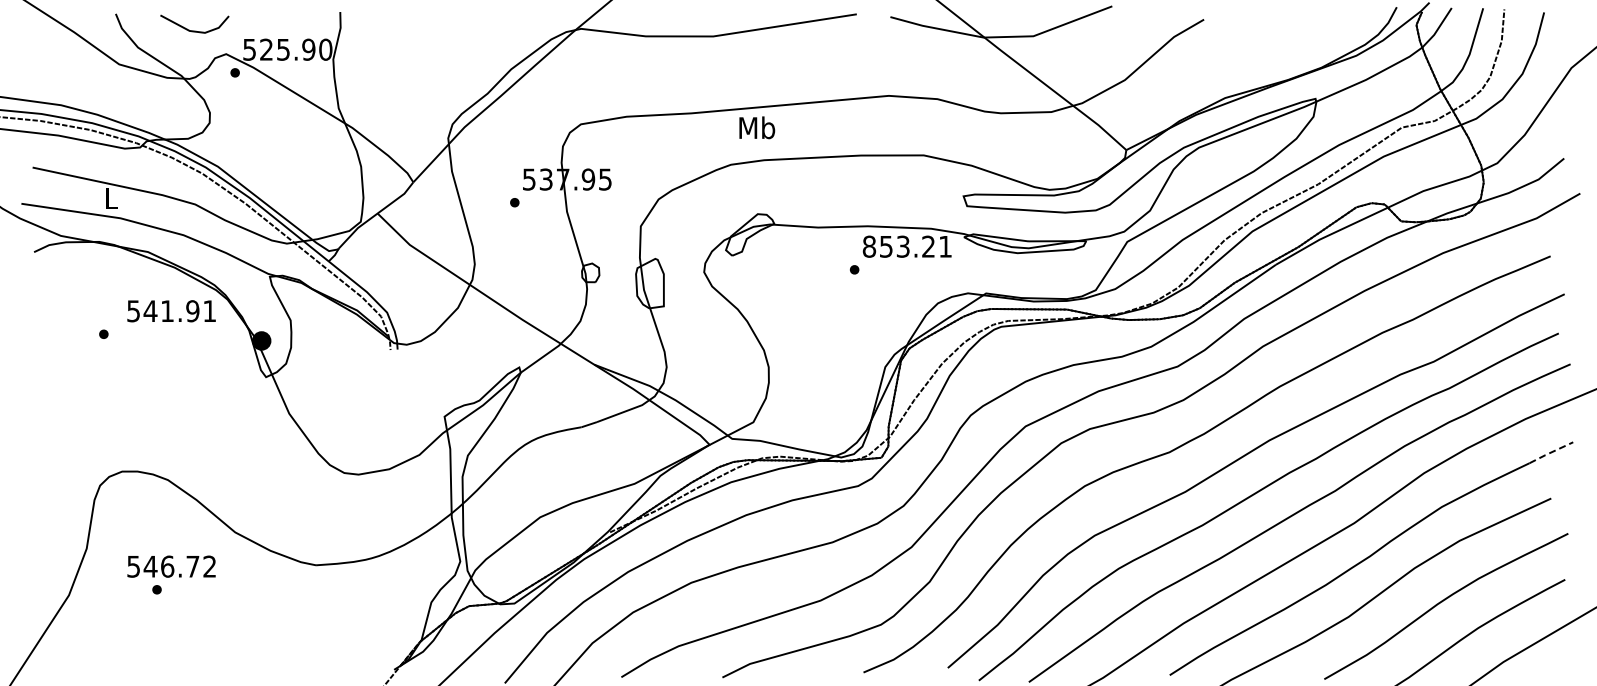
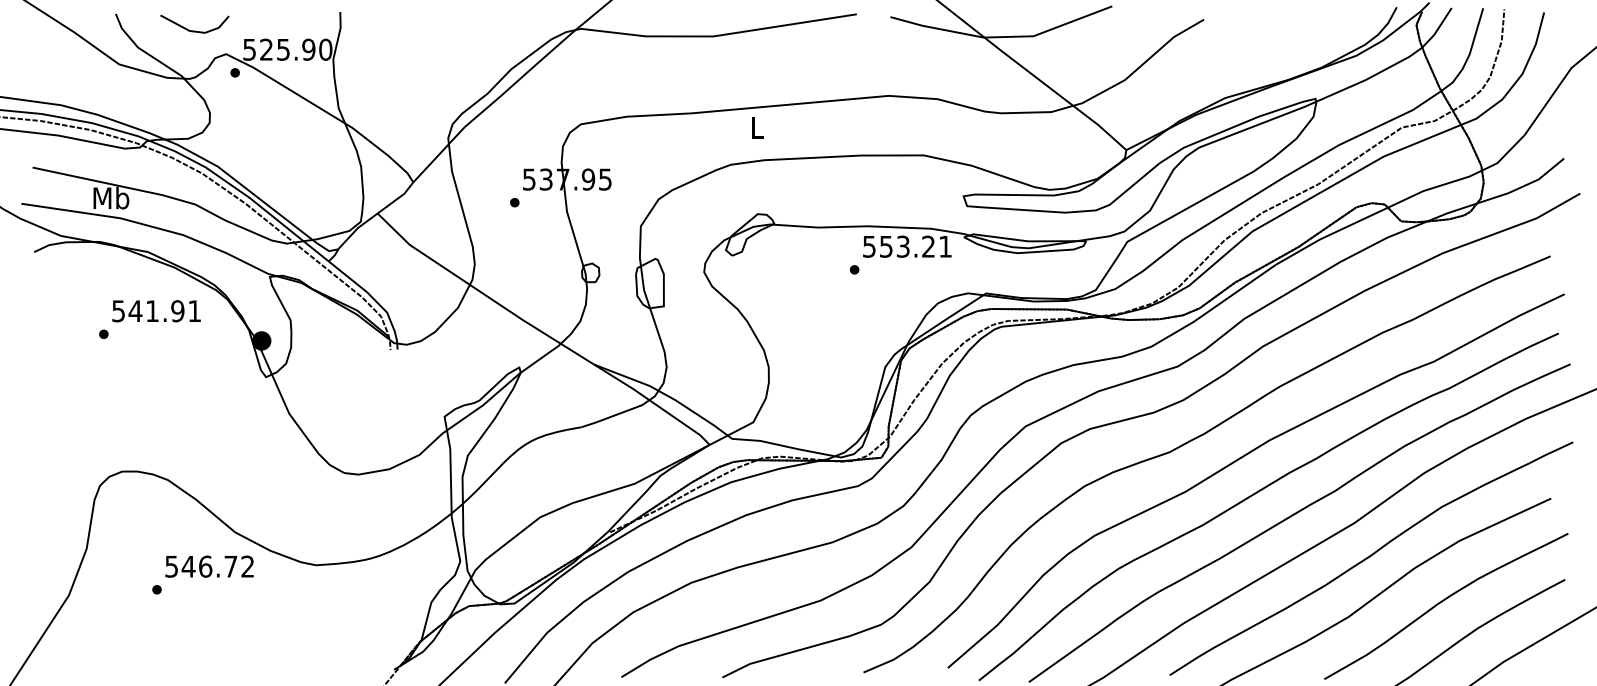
text at (757, 127): Mb -> L
text at (111, 197): L -> Mb
text at (869, 246): 853.21 -> 553.21
text at (171, 311) position: (171, 311) -> (156, 311)
line at (1550, 452): dashed -> solid
text at (171, 566) position: (171, 566) -> (209, 566)
